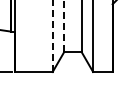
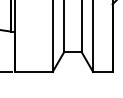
line at (64, 26): dashed -> solid
line at (52, 36): dashed -> solid
